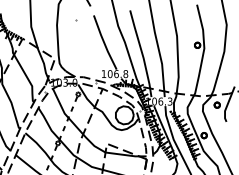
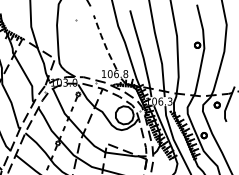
line at (104, 42): solid -> dashed
